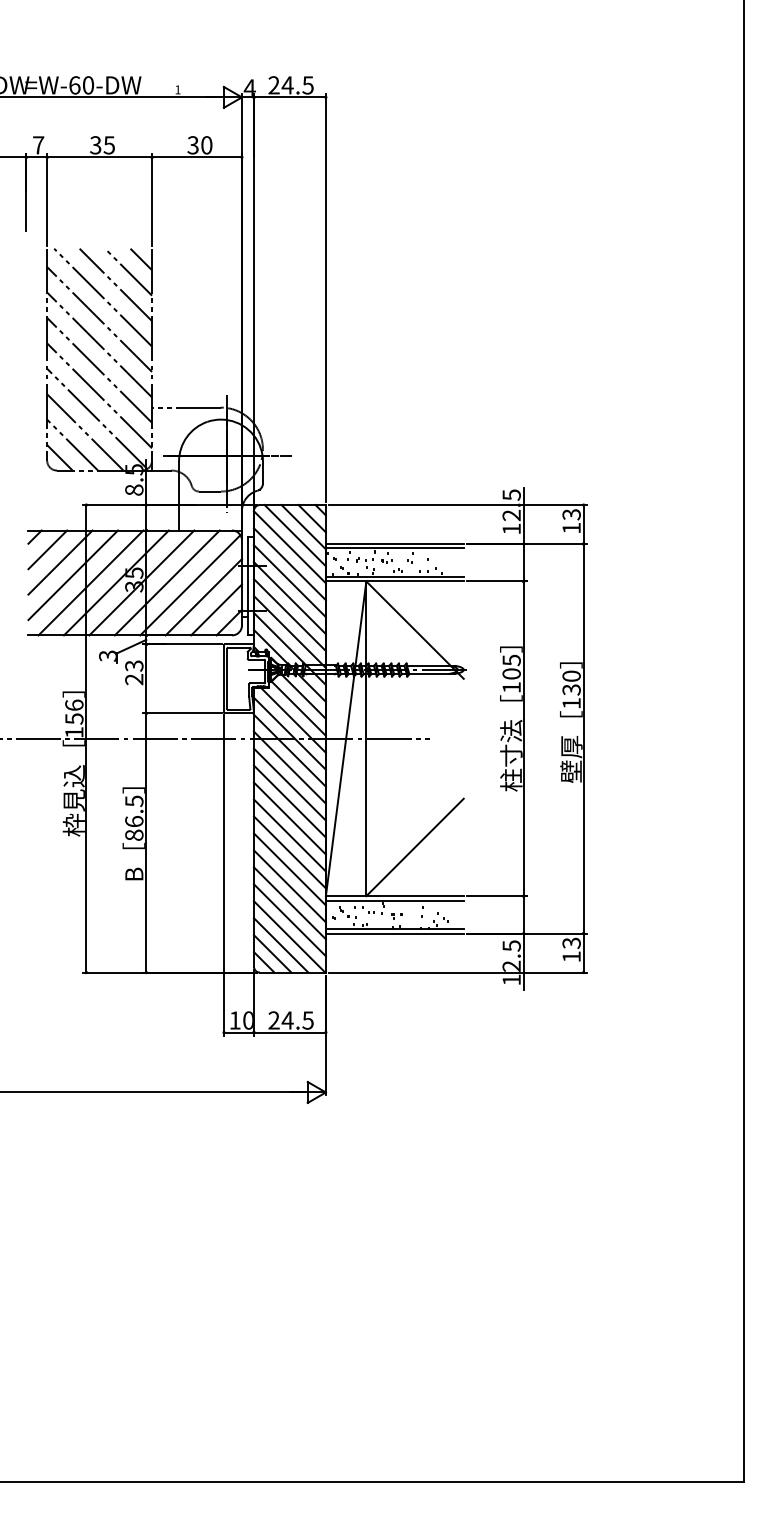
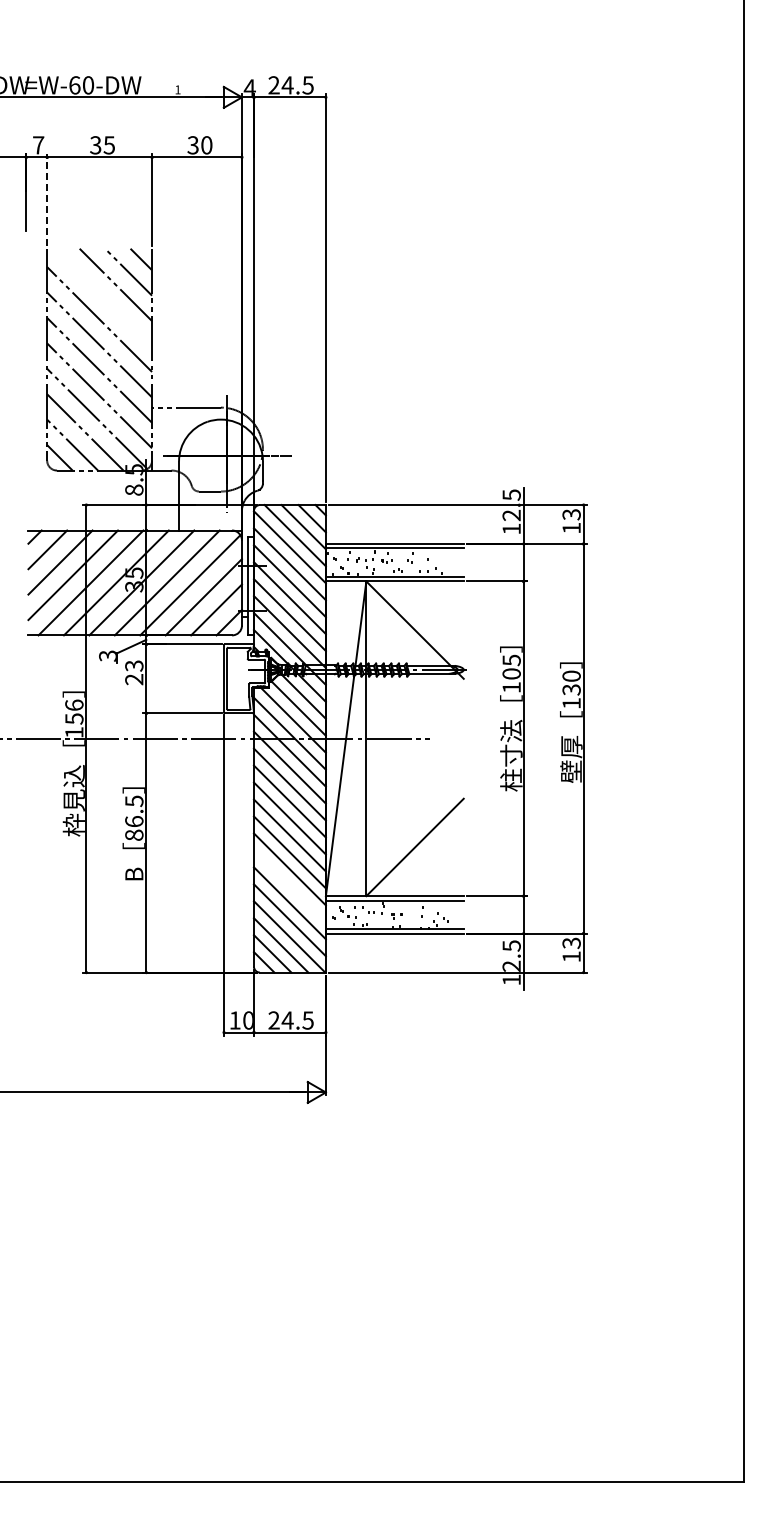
line at (47, 200): solid -> dashed
line at (103, 297): present -> none
line at (289, 886): present -> none
